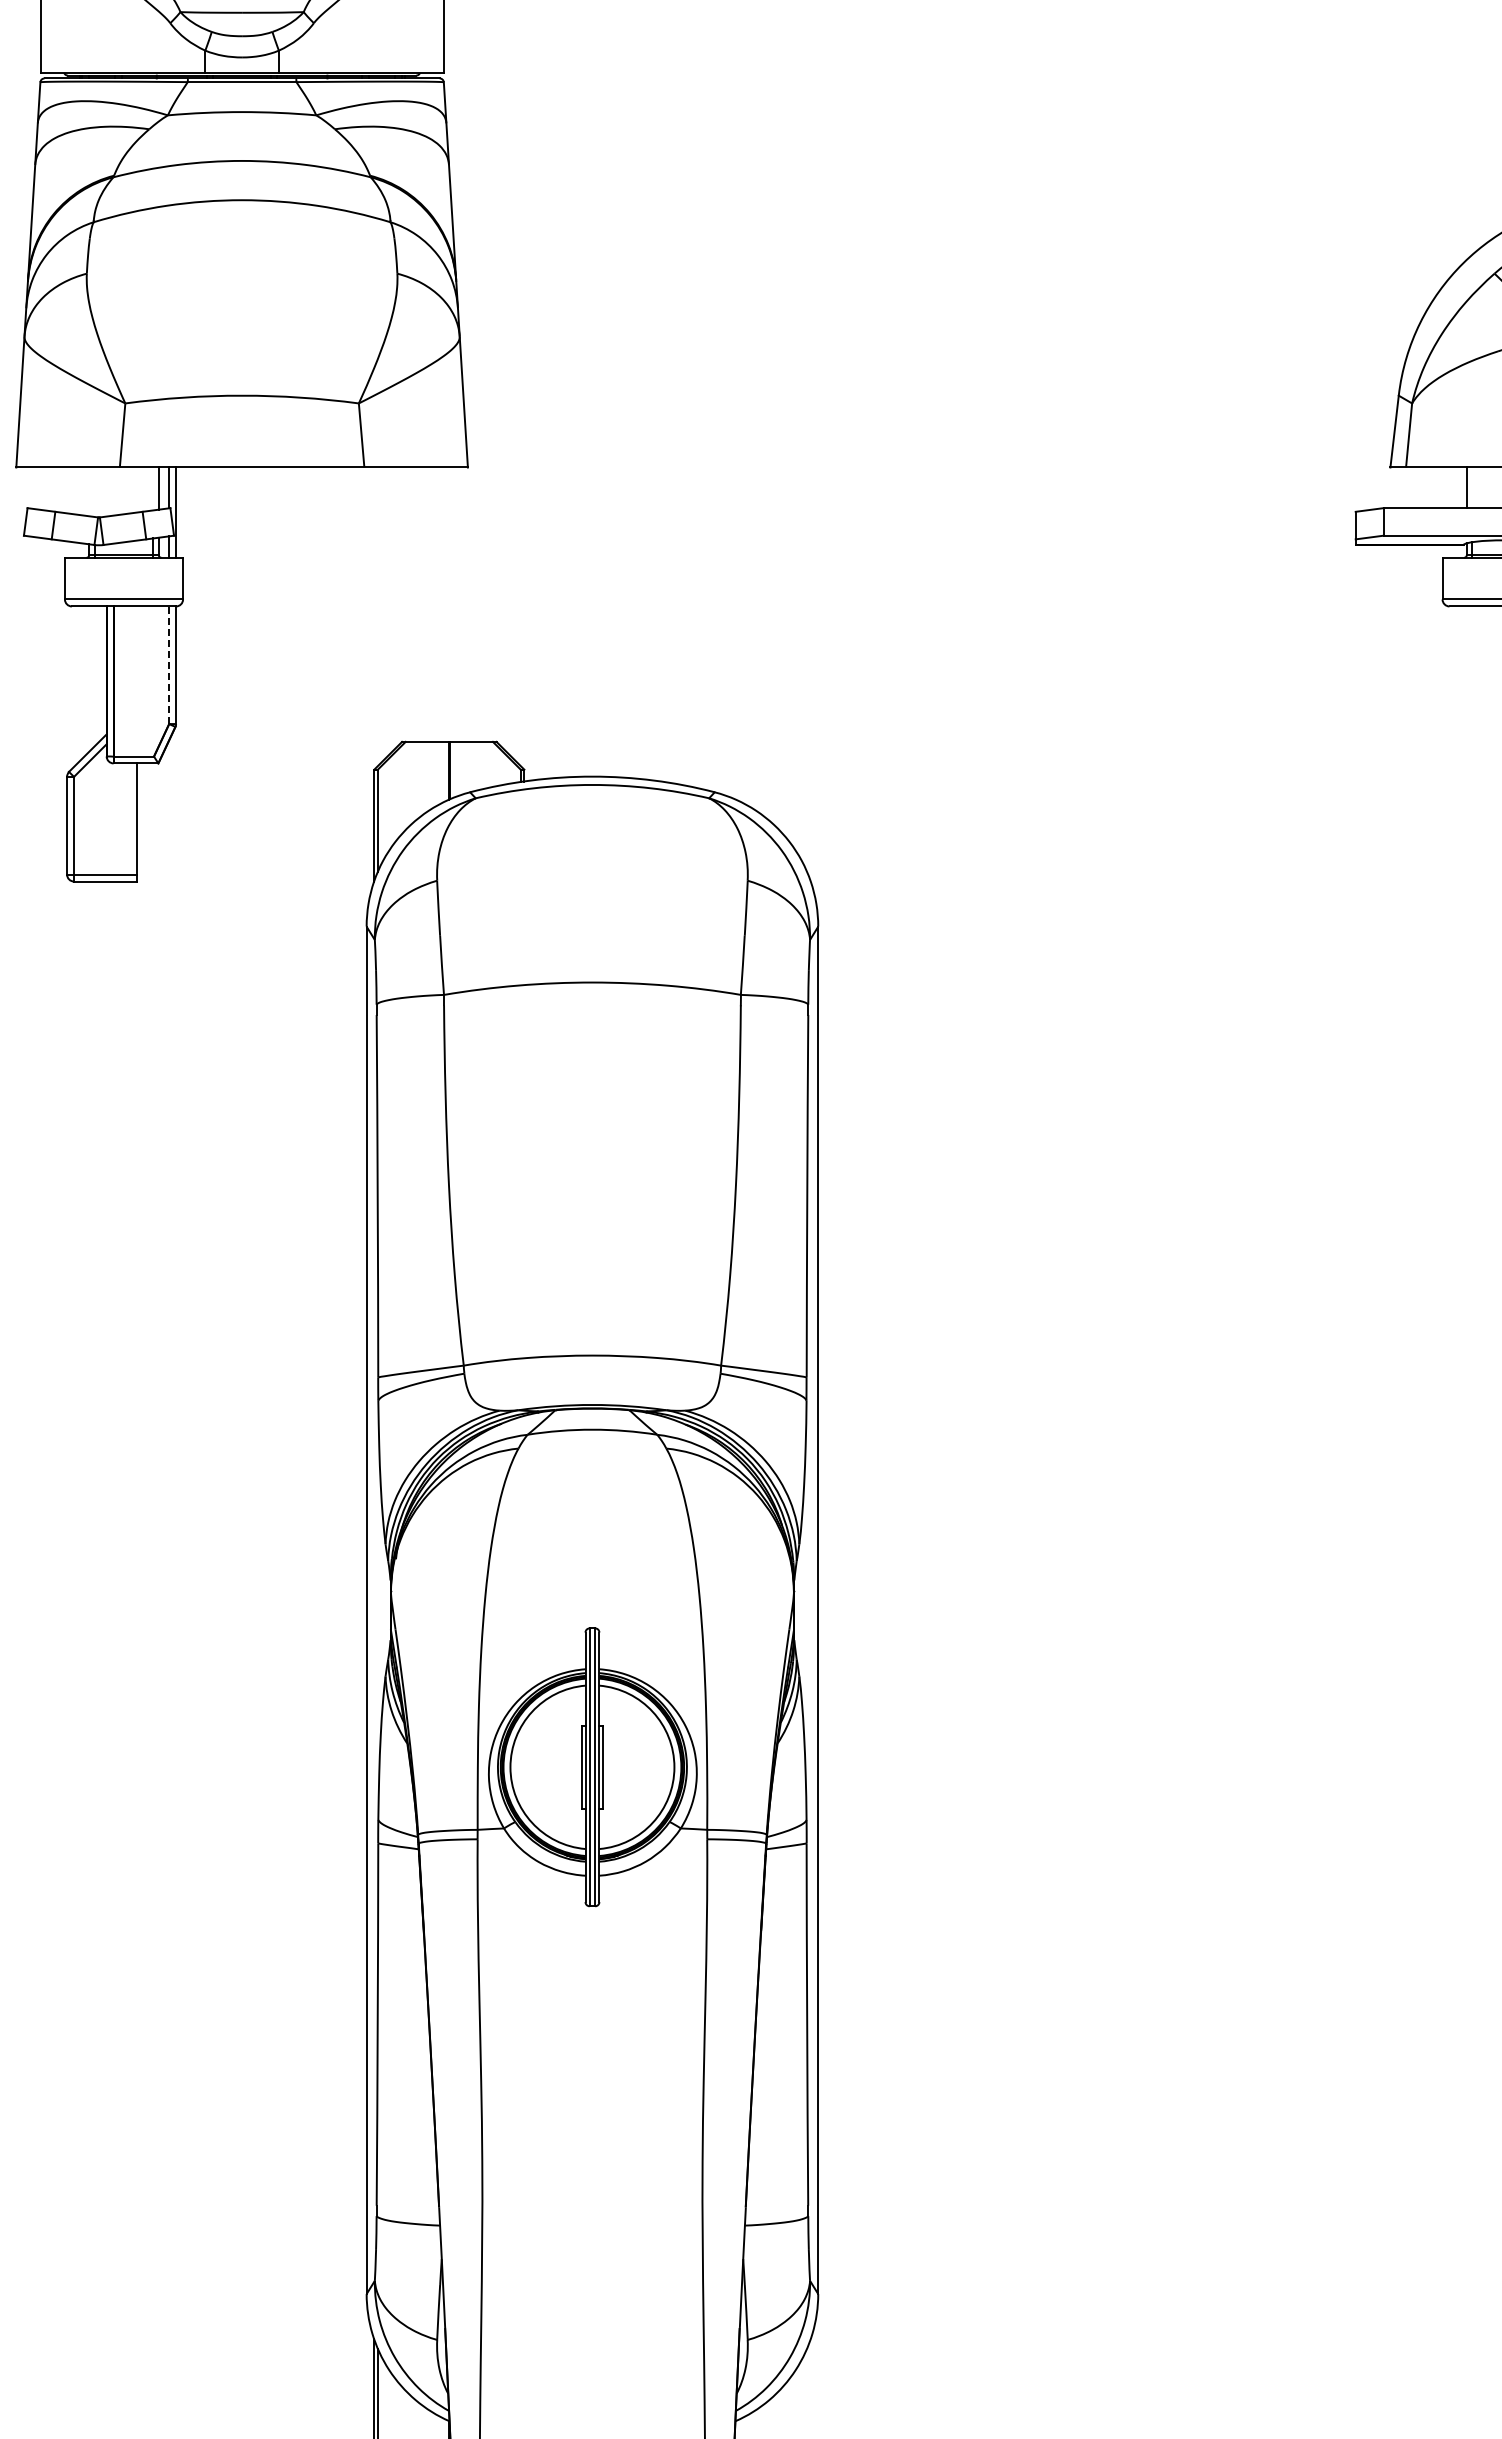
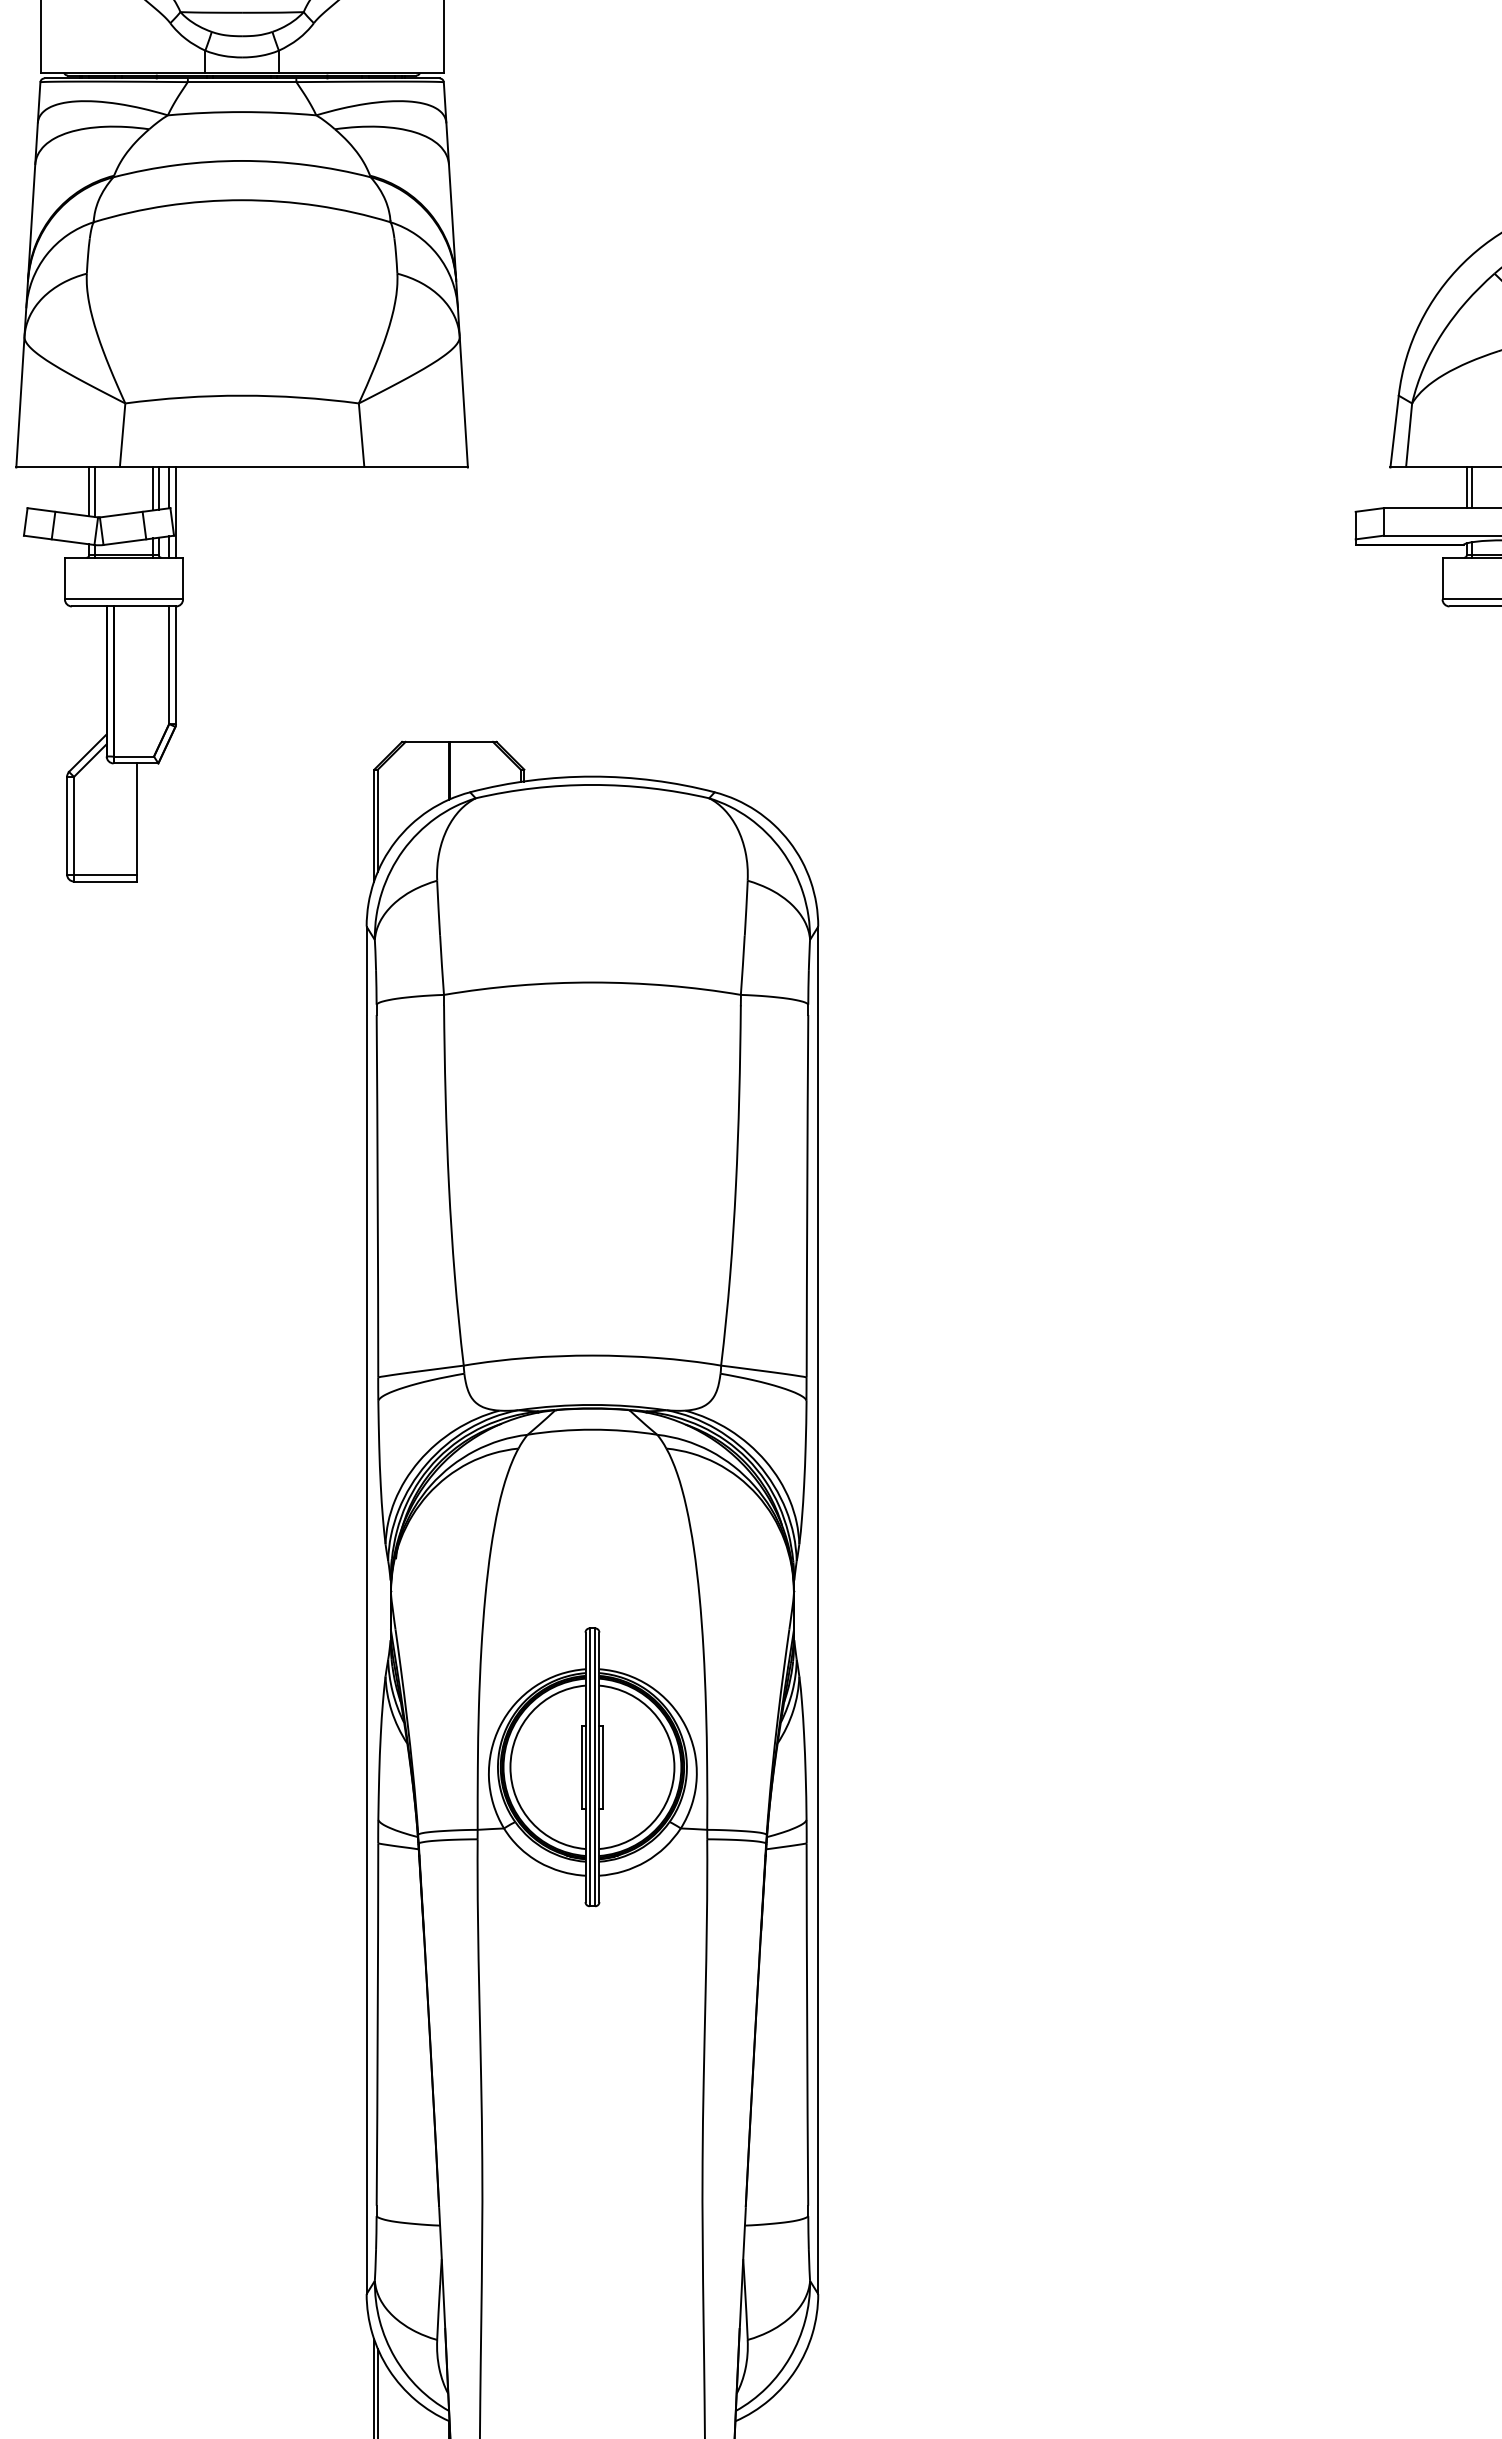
line at (1472, 487): none -> present
line at (153, 488): none -> present
line at (89, 491): none -> present
line at (94, 492): none -> present
line at (169, 665): dashed -> solid
